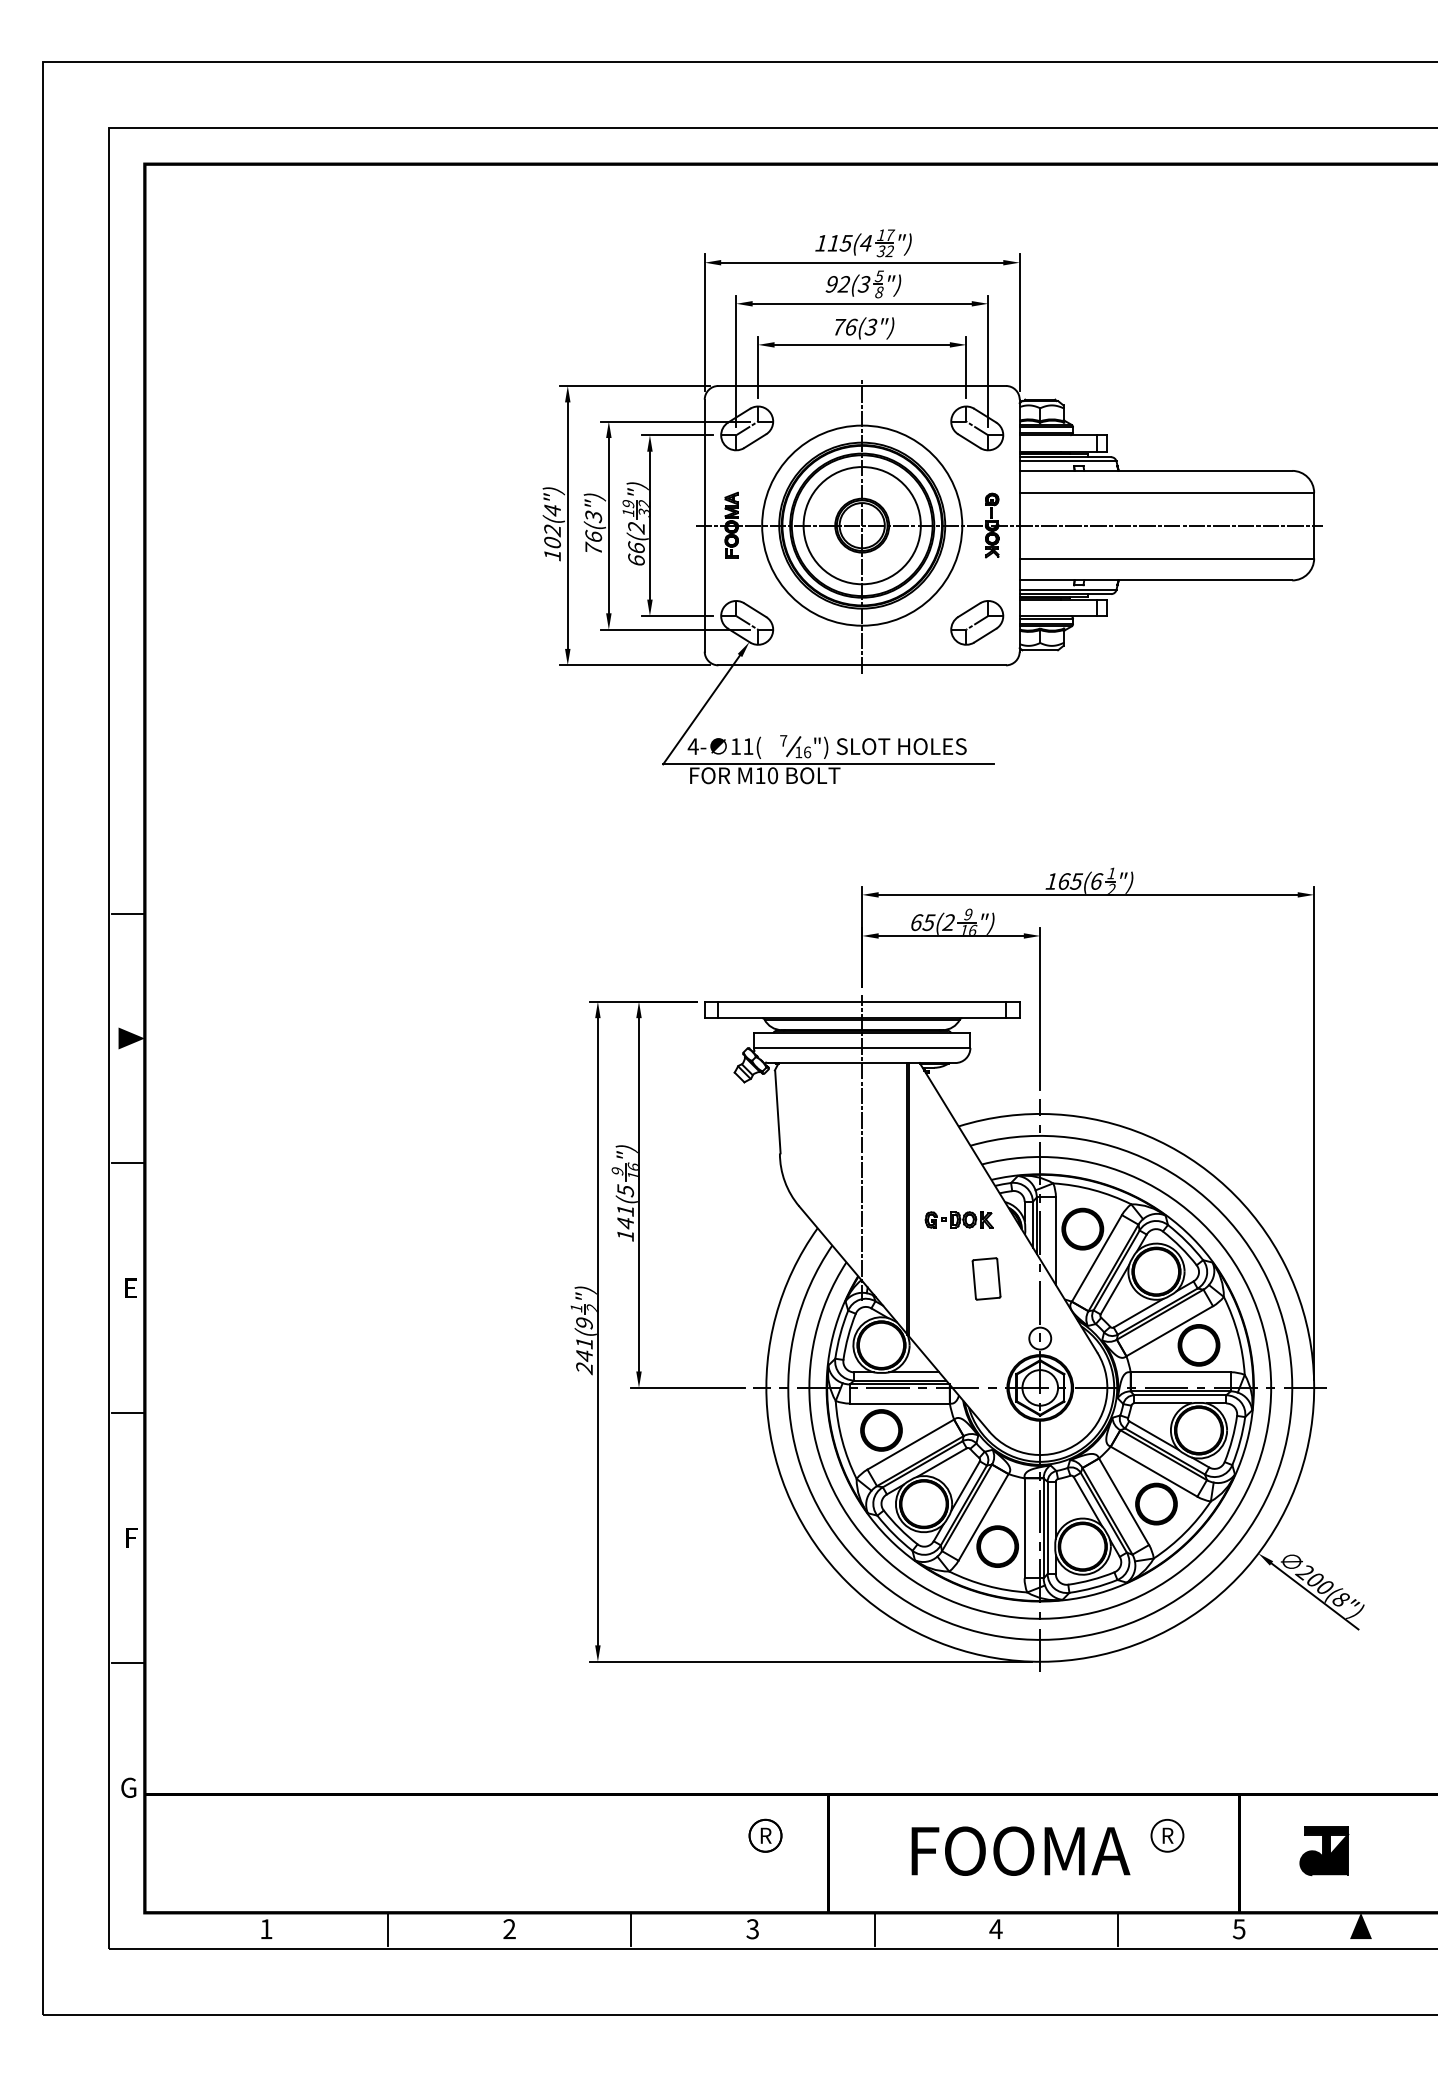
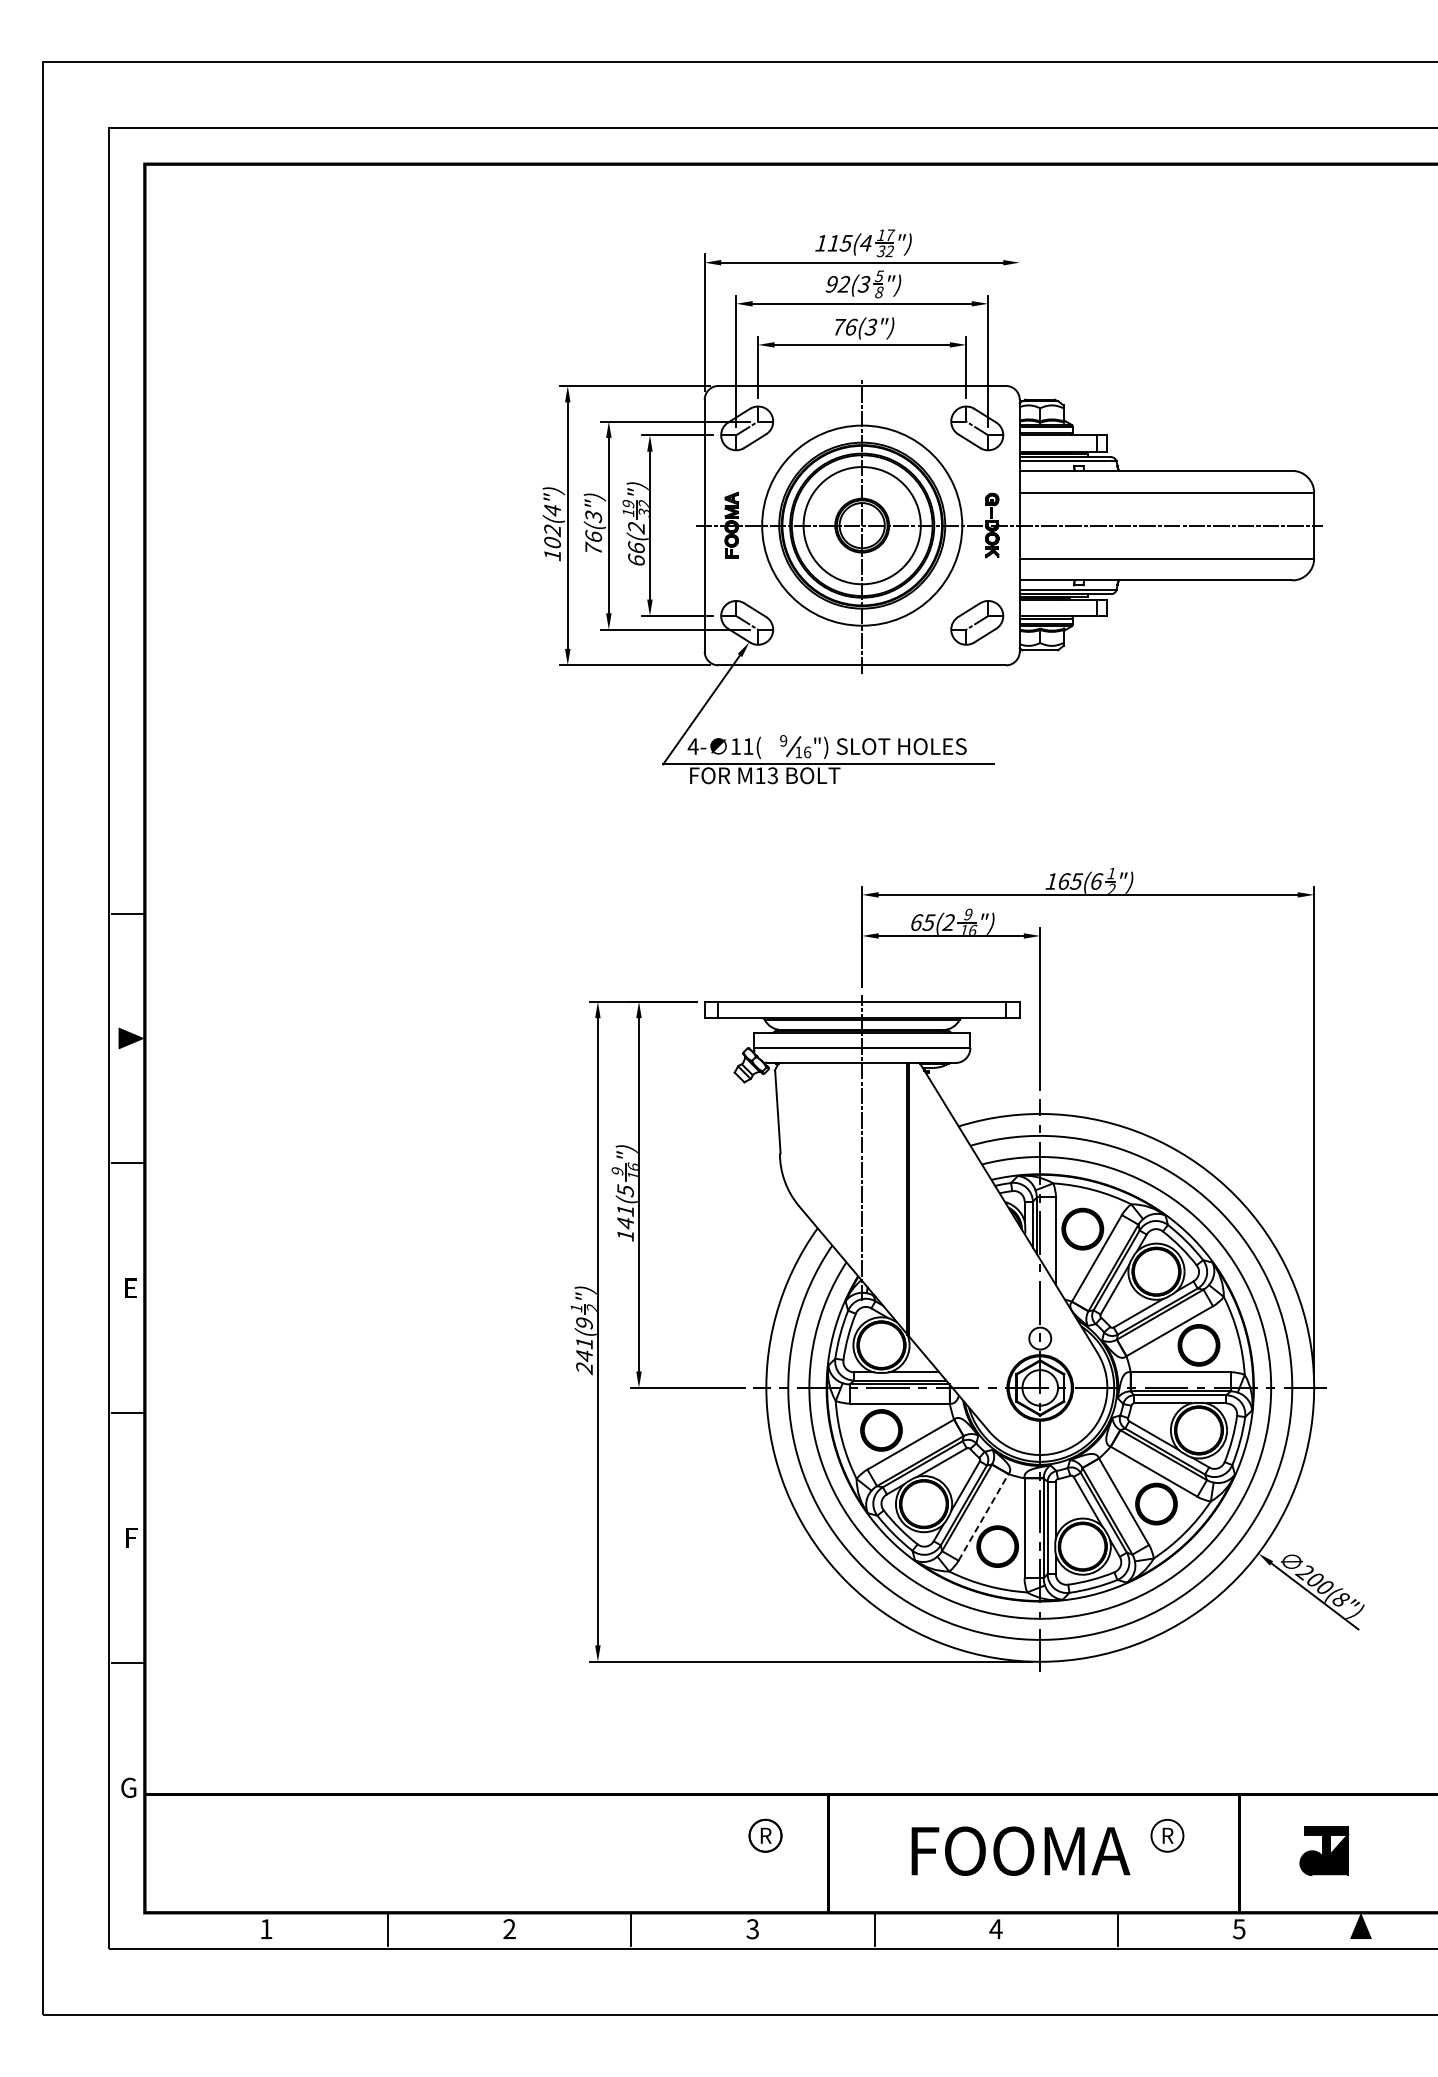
line at (1019, 322): present -> none
text at (783, 740): 7 -> 9
text at (772, 775): M10 -> M13
part at (958, 1219): present -> none
part at (986, 1278): present -> none
line at (983, 1517): solid -> dashed
